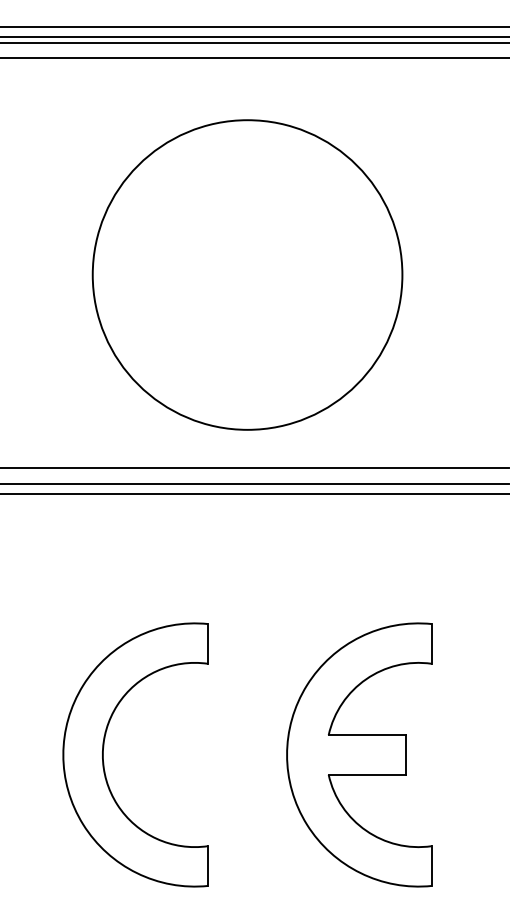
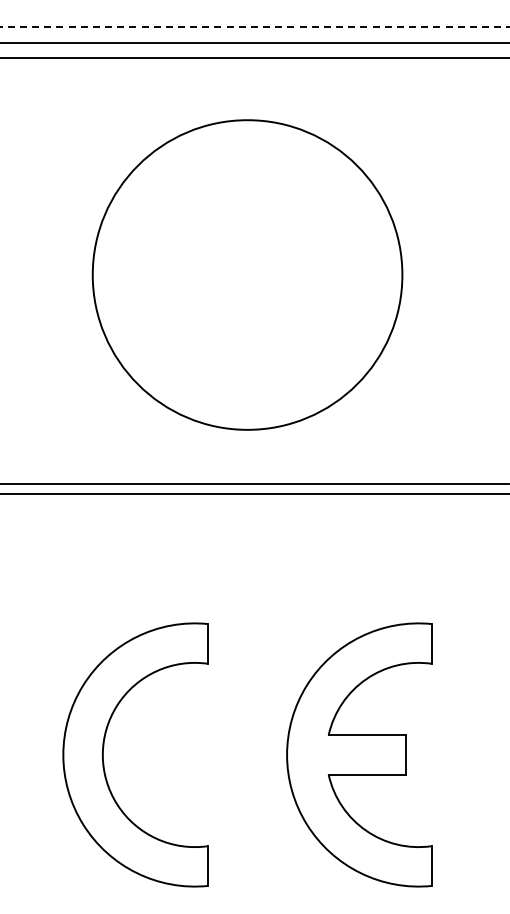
line at (255, 27): solid -> dashed
line at (254, 37): present -> none
line at (254, 468): present -> none
